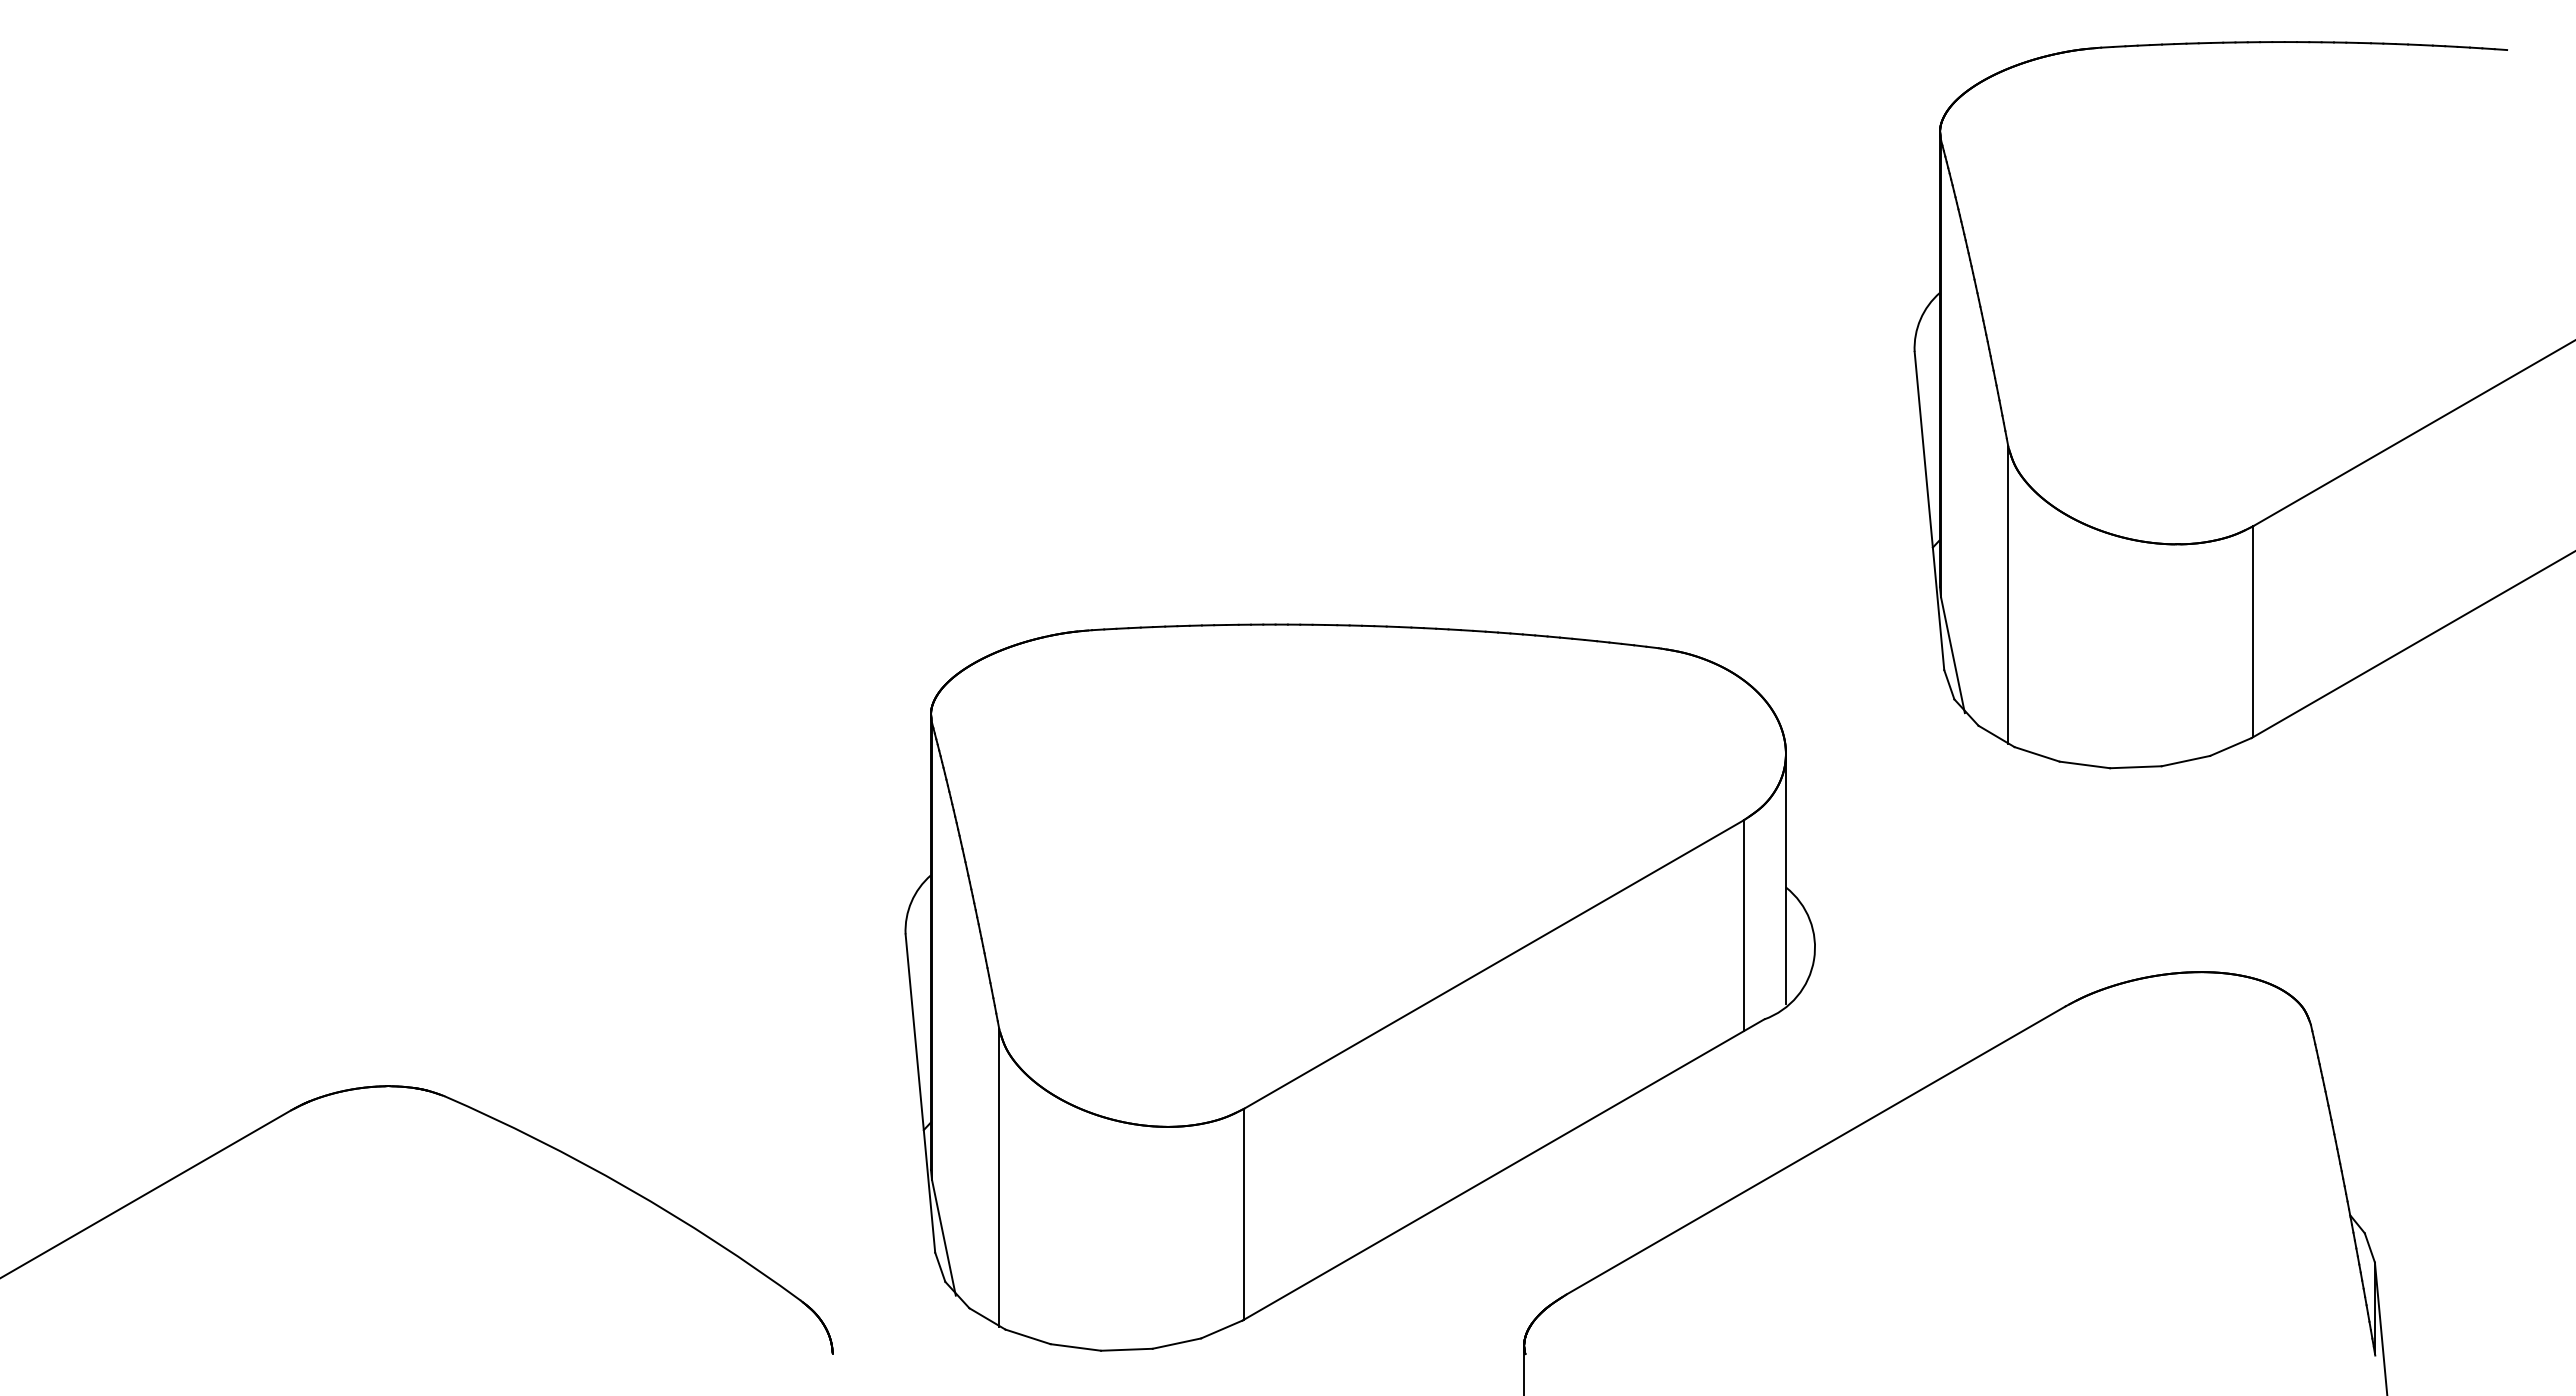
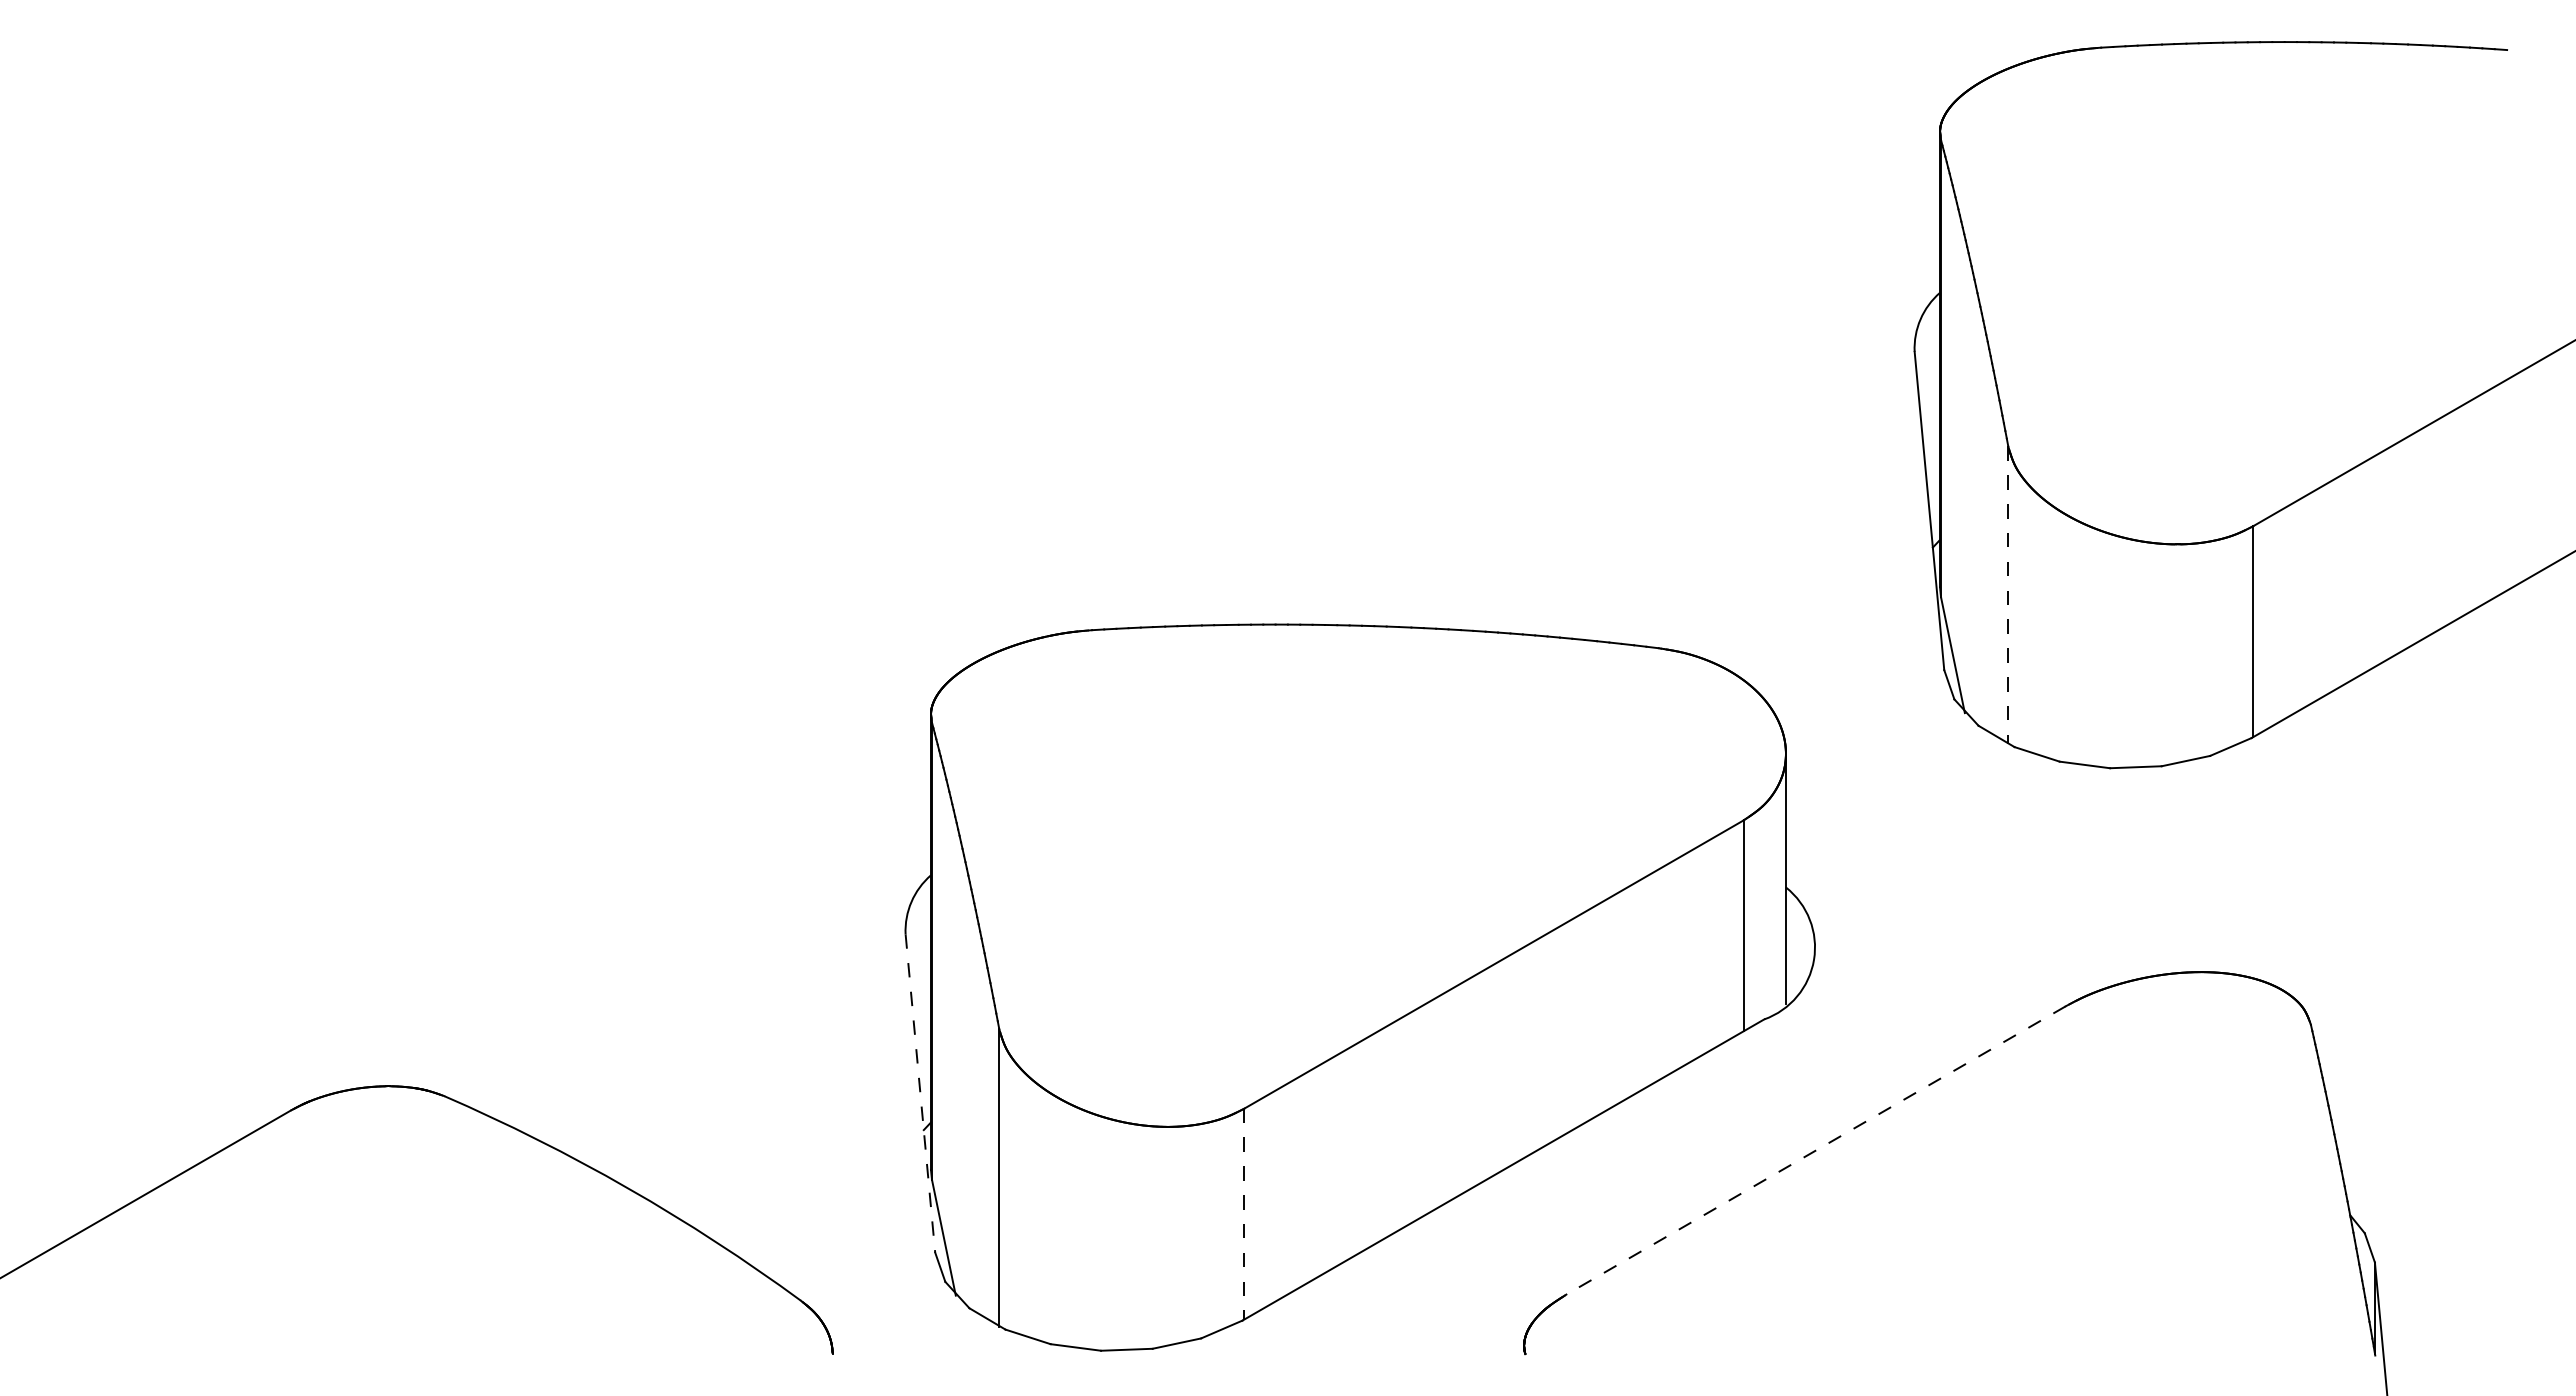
line at (2008, 595): solid -> dashed
line at (920, 1093): solid -> dashed
line at (1815, 1150): solid -> dashed
line at (1244, 1214): solid -> dashed
line at (1524, 1368): present -> none
